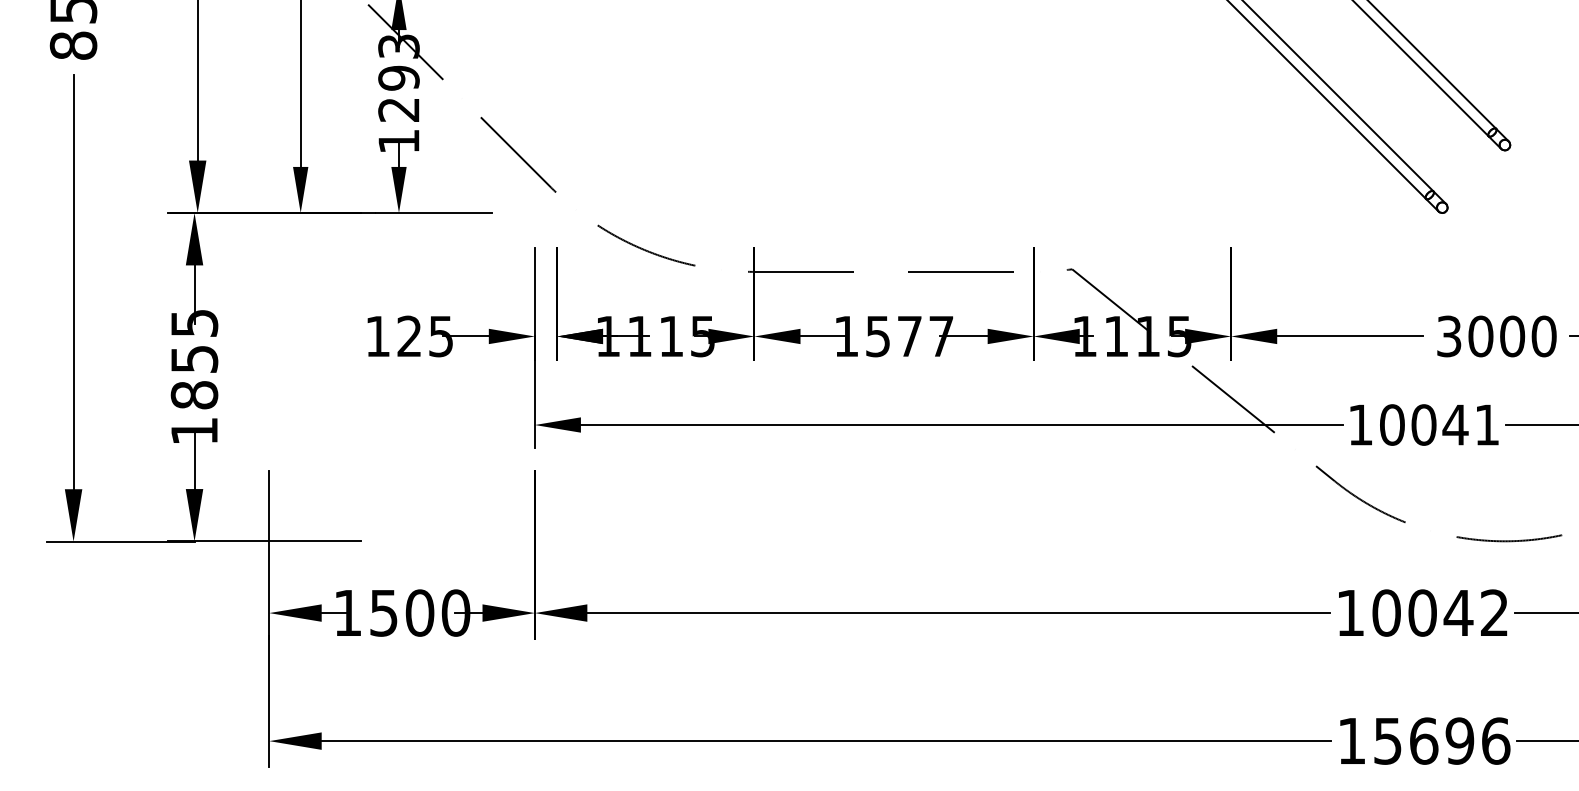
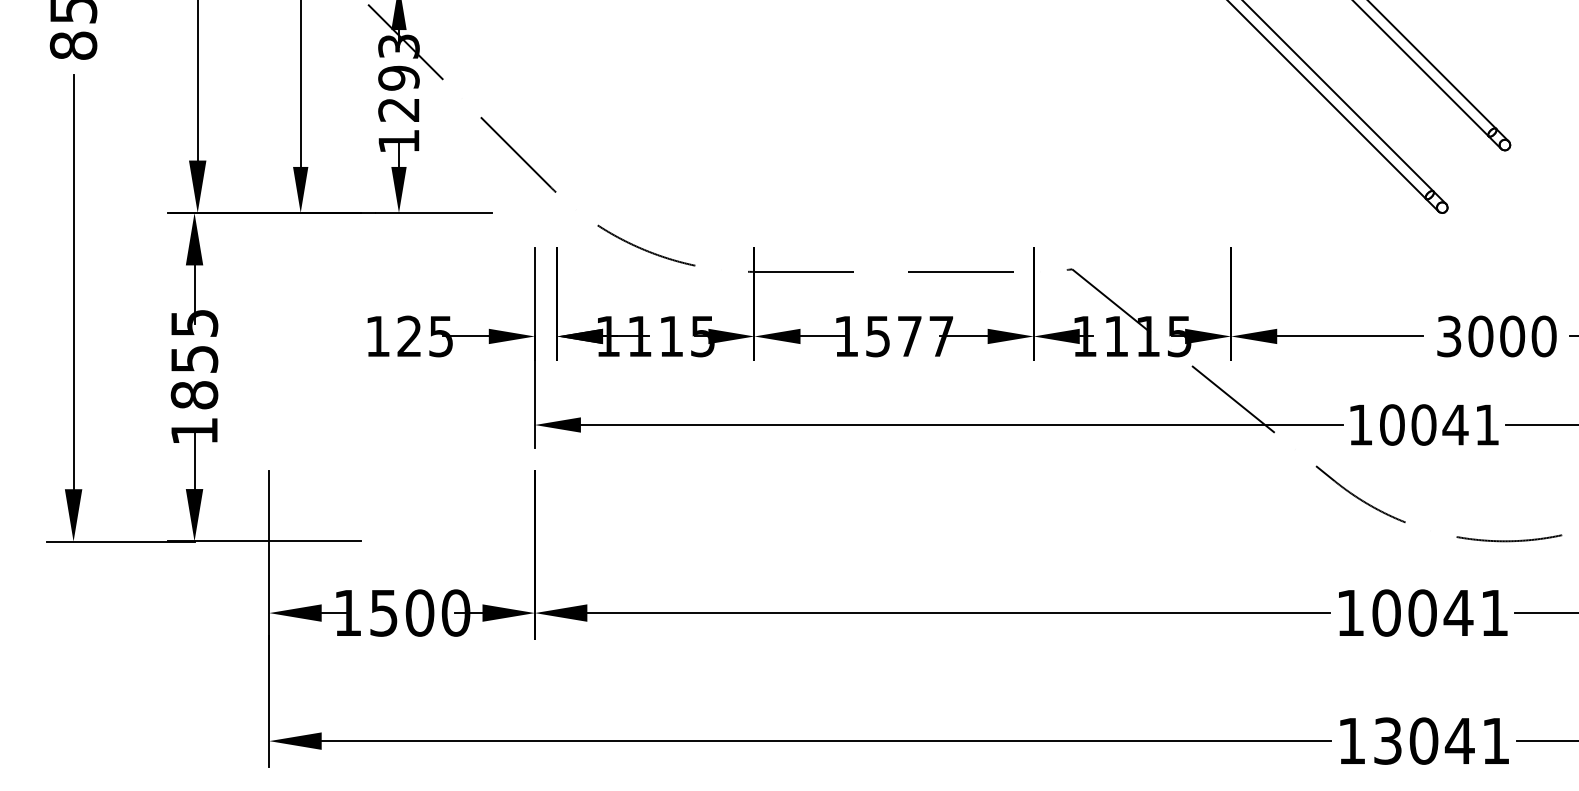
text at (1494, 612): 10042 -> 10041
text at (1442, 740): 15696 -> 13041
